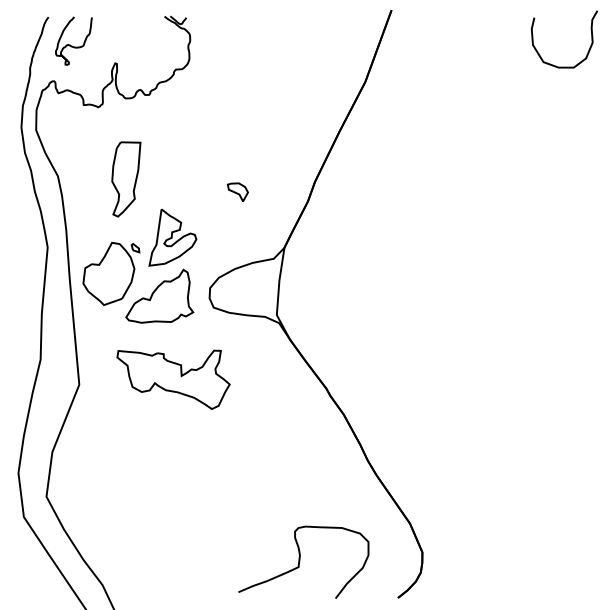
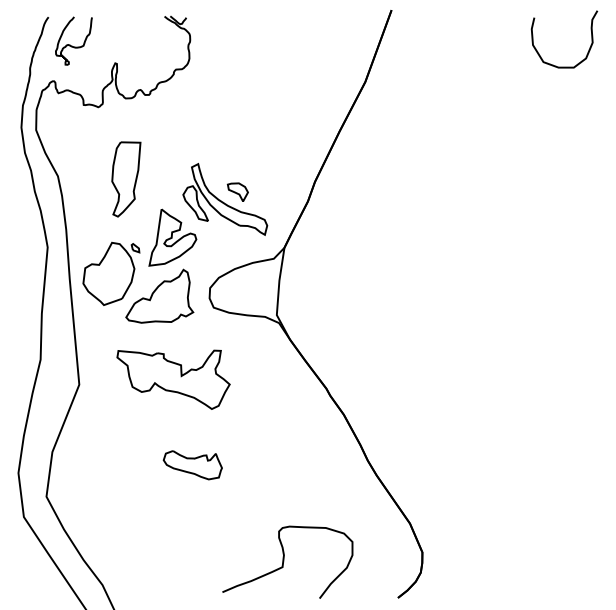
part at (225, 199): none -> present
part at (192, 465): none -> present
curve at (300, 561) position: (300, 561) -> (284, 561)
